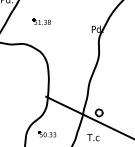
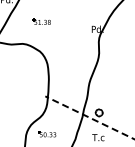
line at (89, 117): solid -> dashed
text at (93, 137) position: (93, 137) -> (98, 137)
